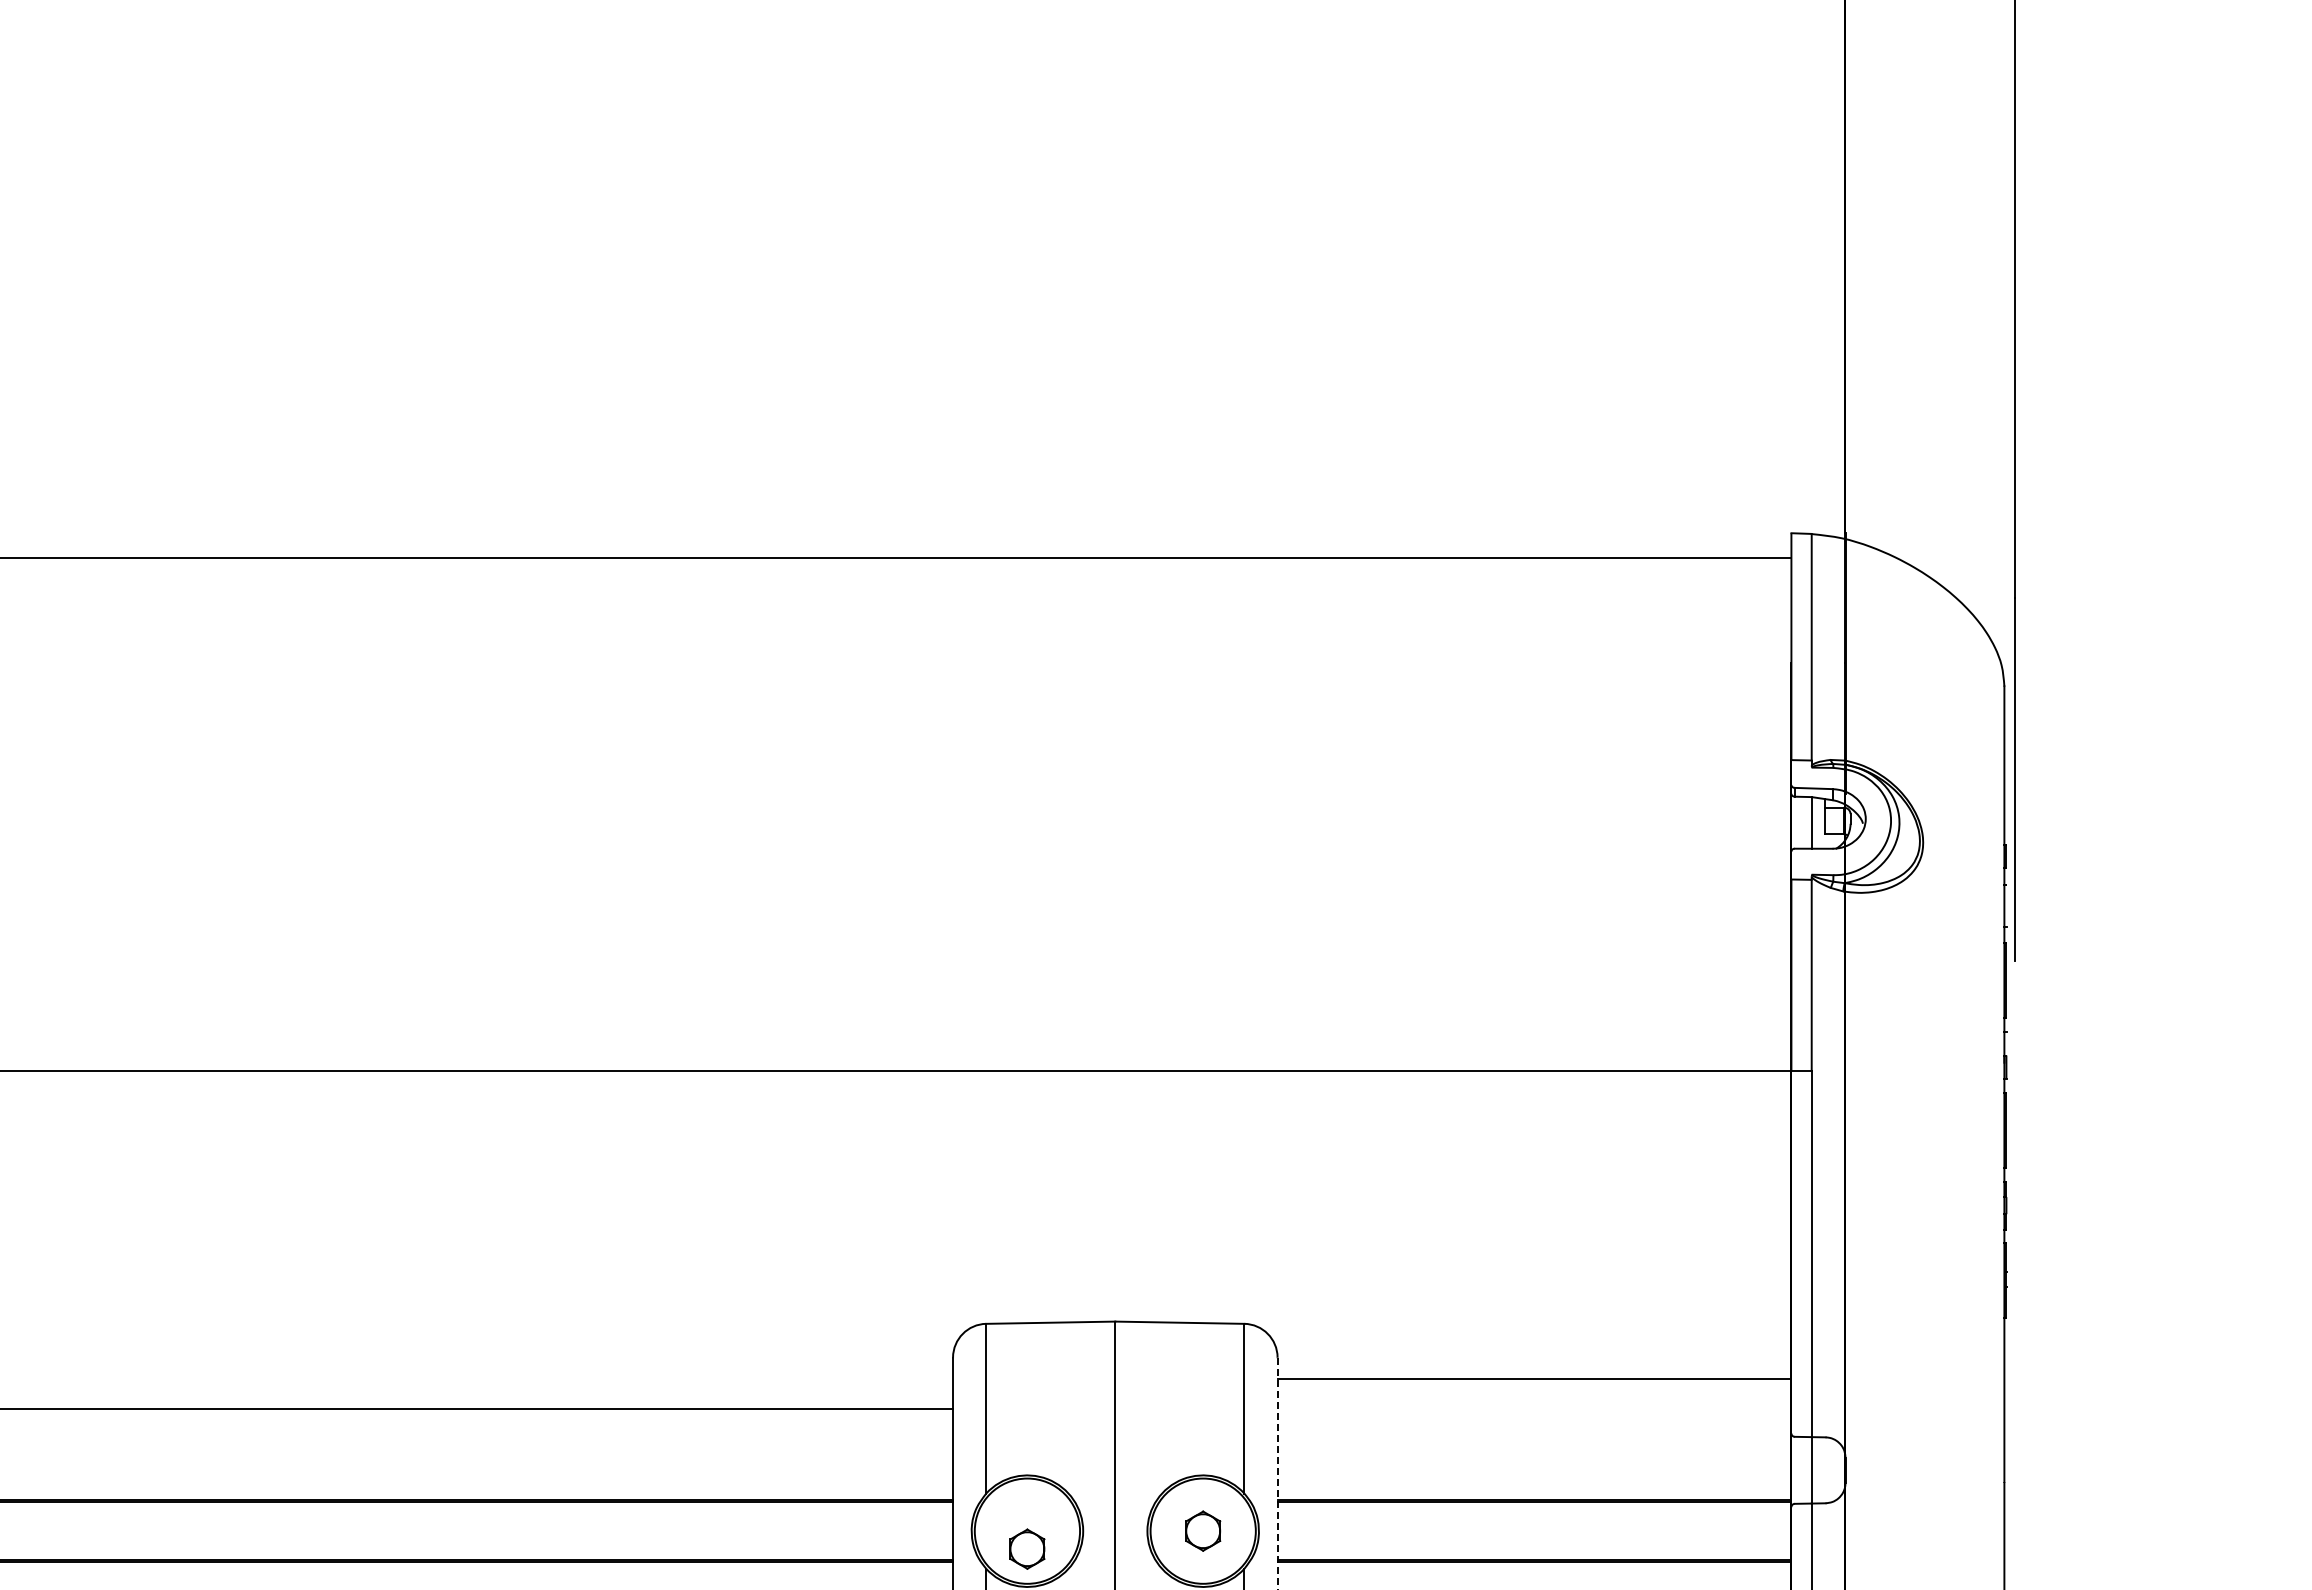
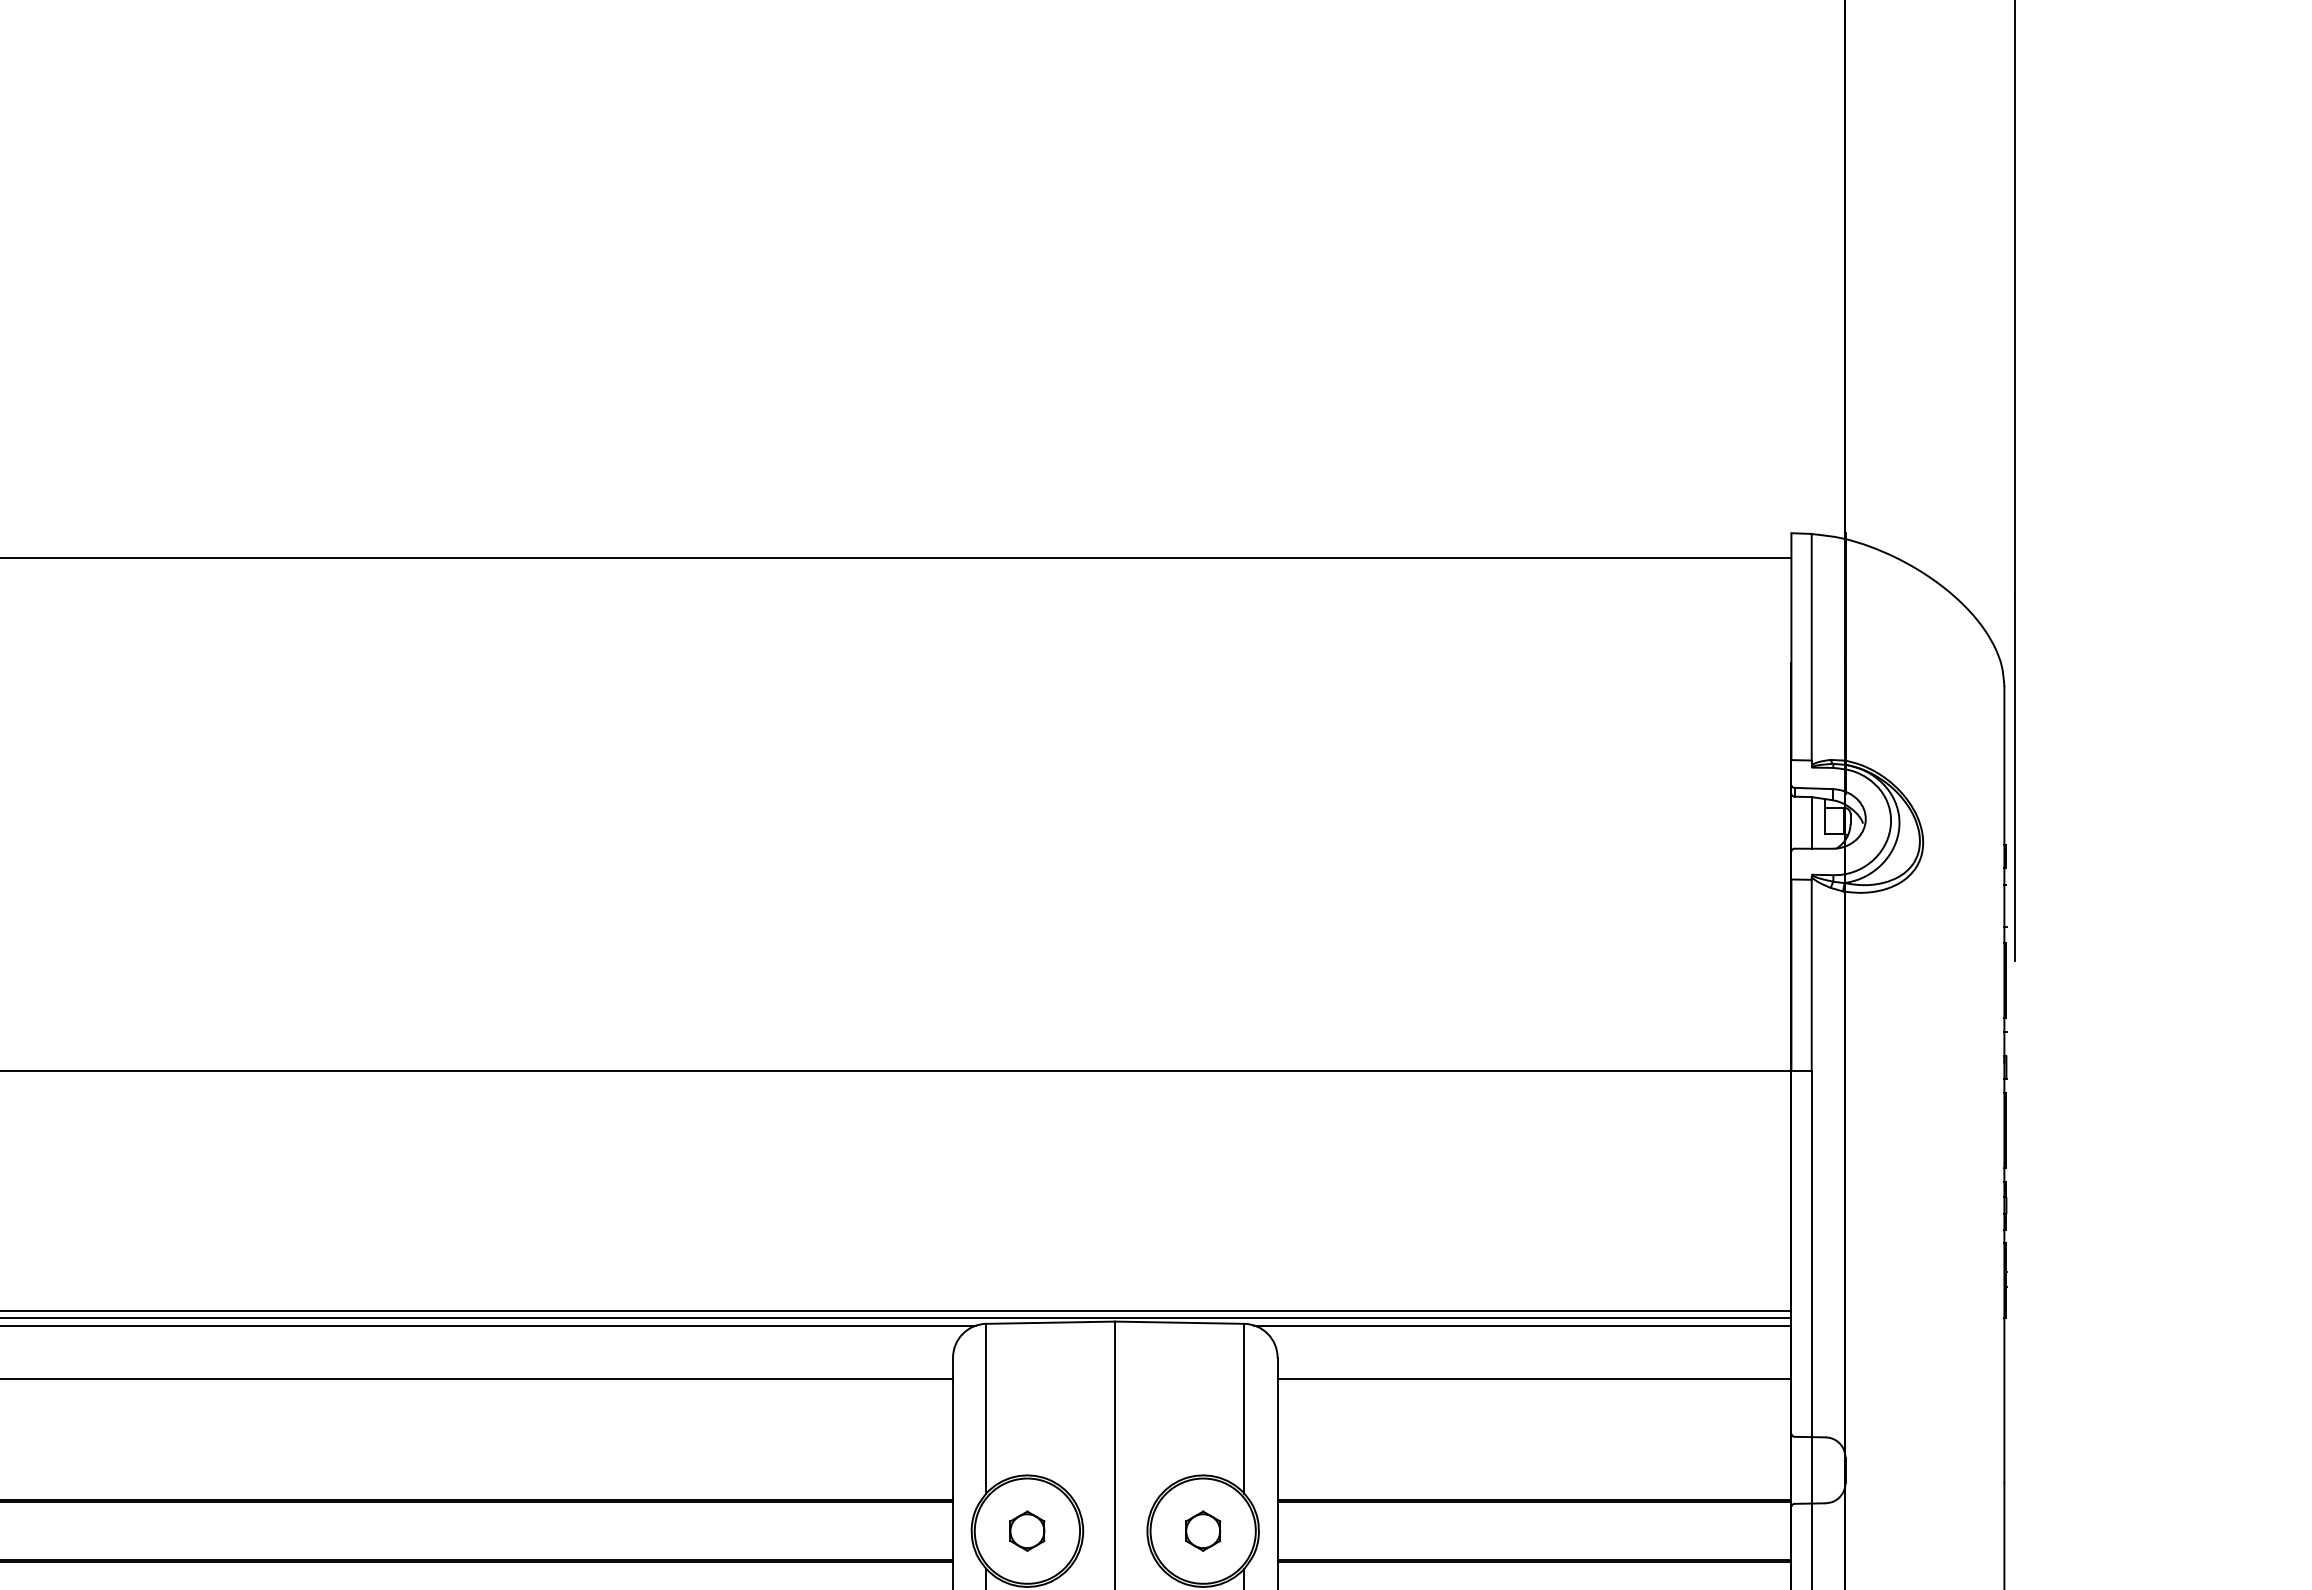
line at (896, 1311): none -> present
line at (896, 1318): none -> present
line at (489, 1325): none -> present
line at (1522, 1325): none -> present
line at (477, 1409) position: (477, 1409) -> (477, 1379)
line at (1277, 1474): dashed -> solid
part at (1027, 1548) position: (1027, 1548) -> (1027, 1530)
